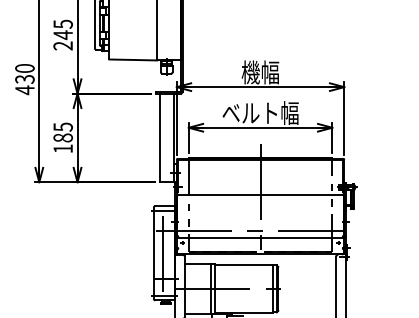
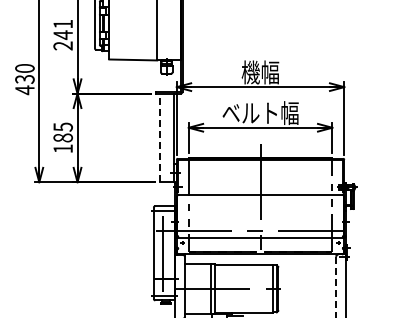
text at (62, 23): 245 -> 241
line at (159, 137): solid -> dashed
line at (336, 287): solid -> dashed
